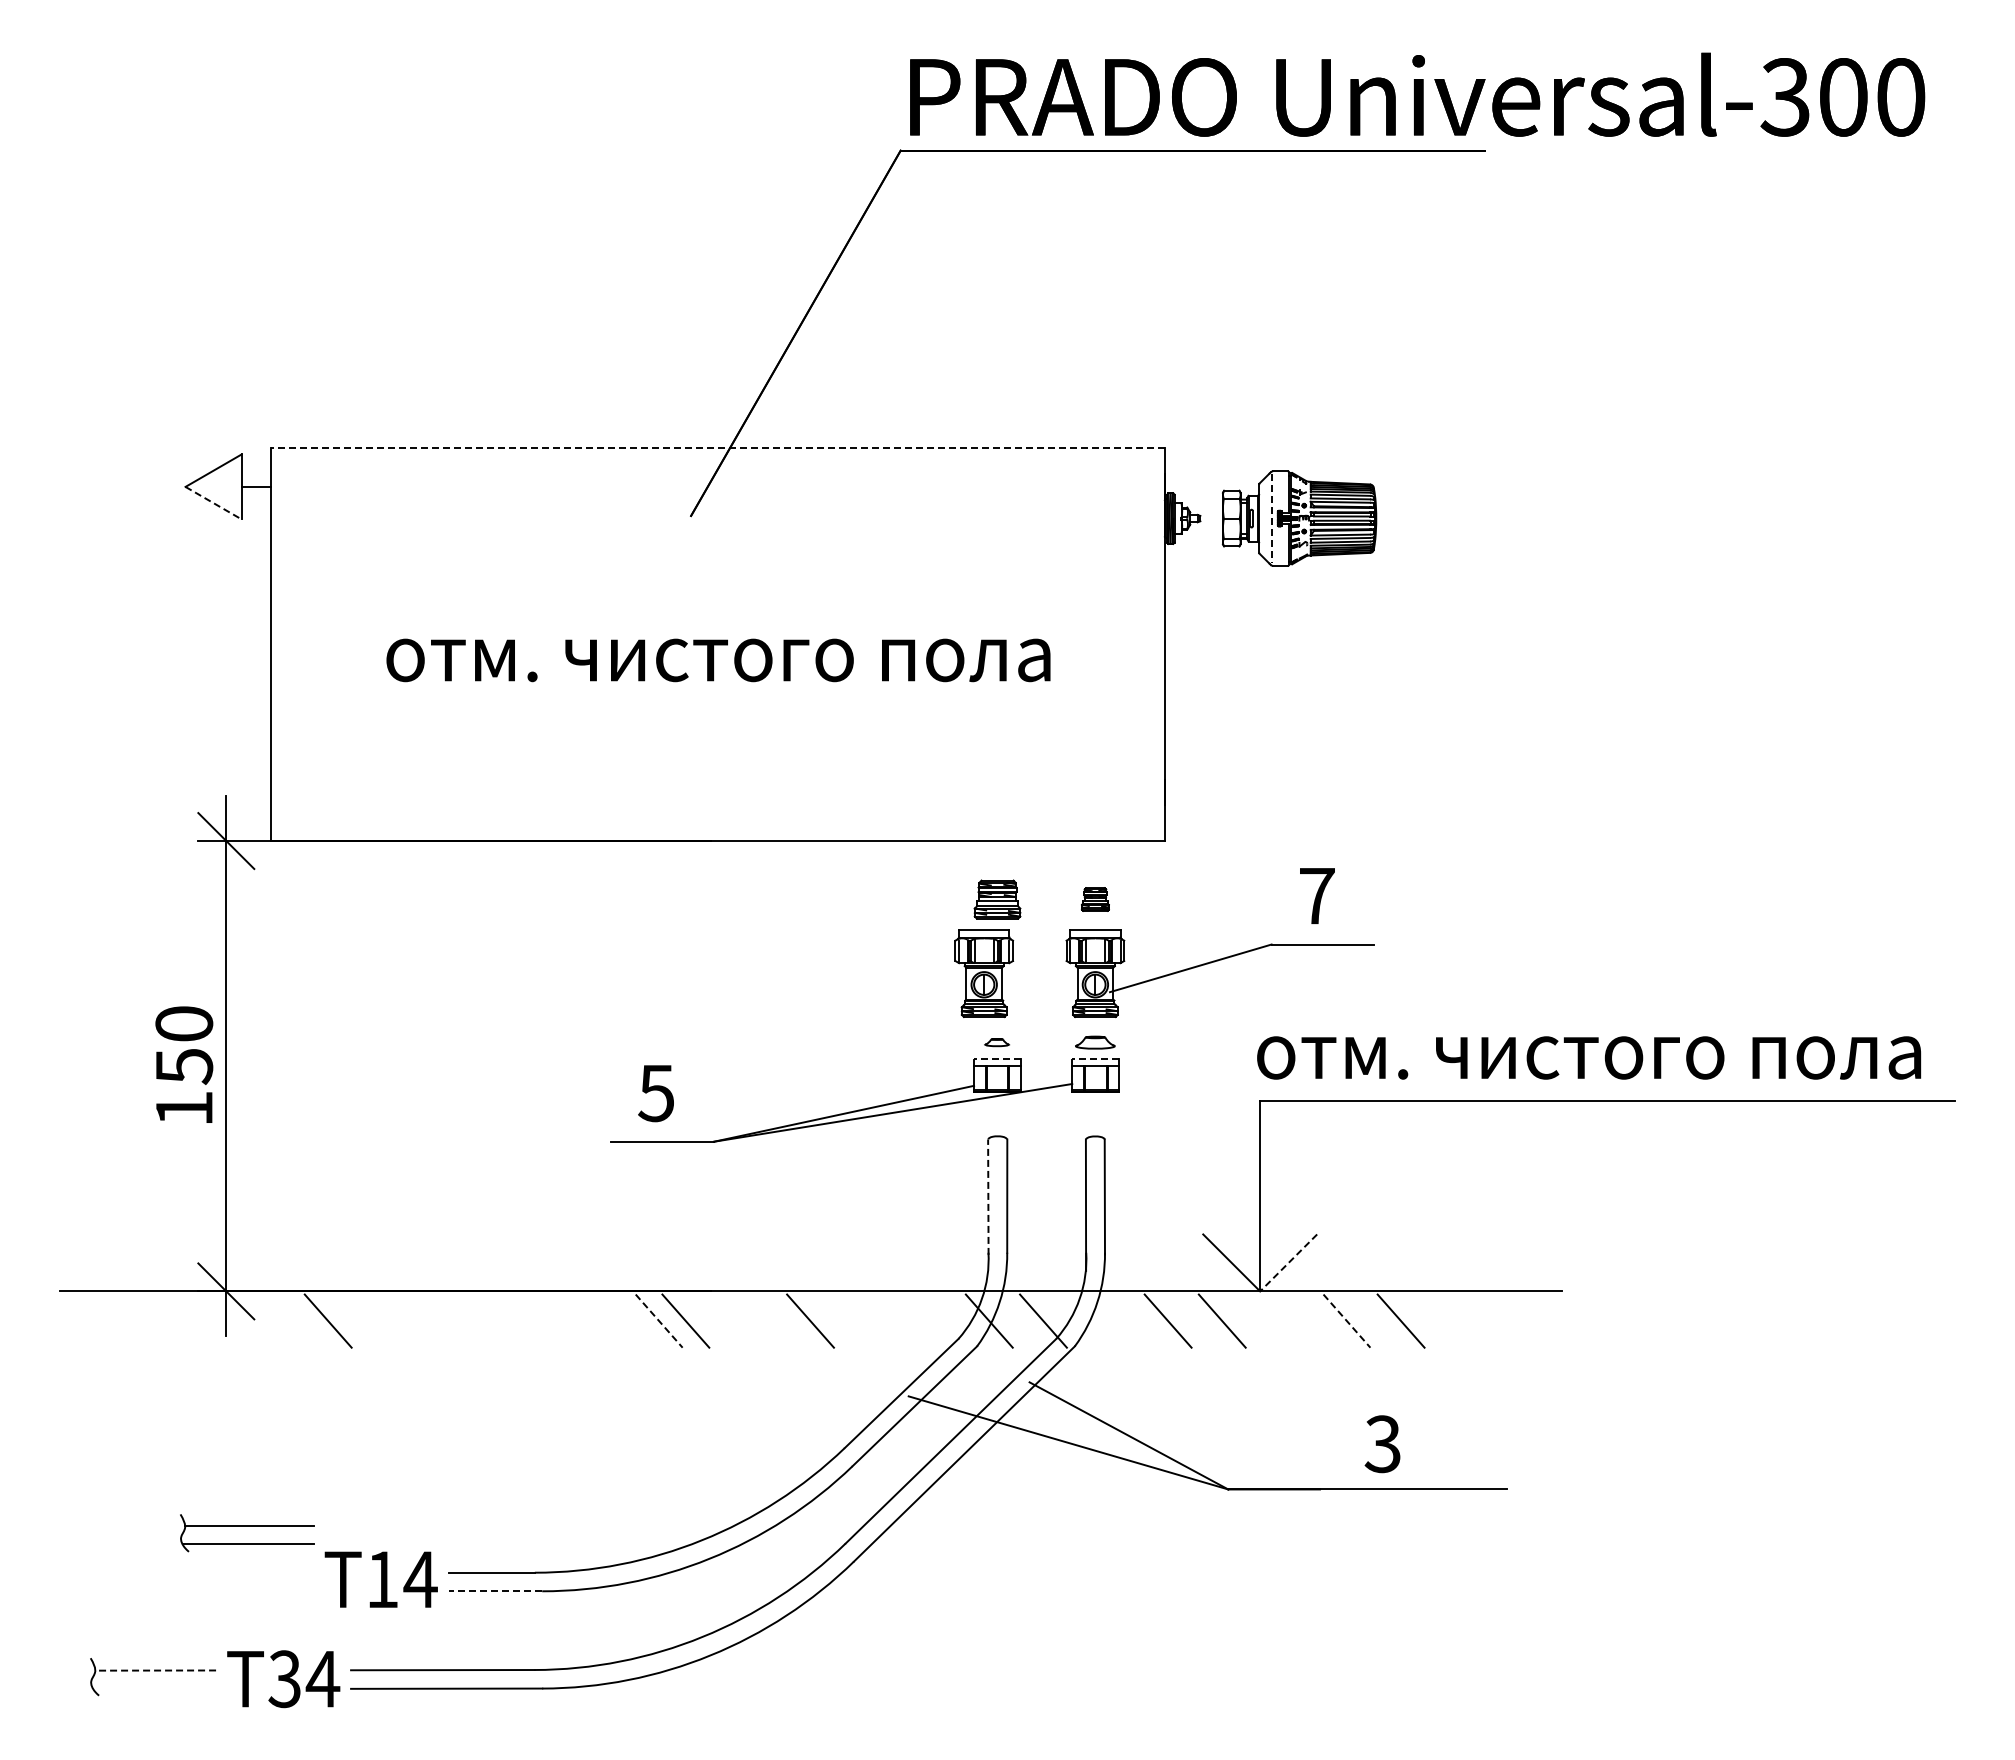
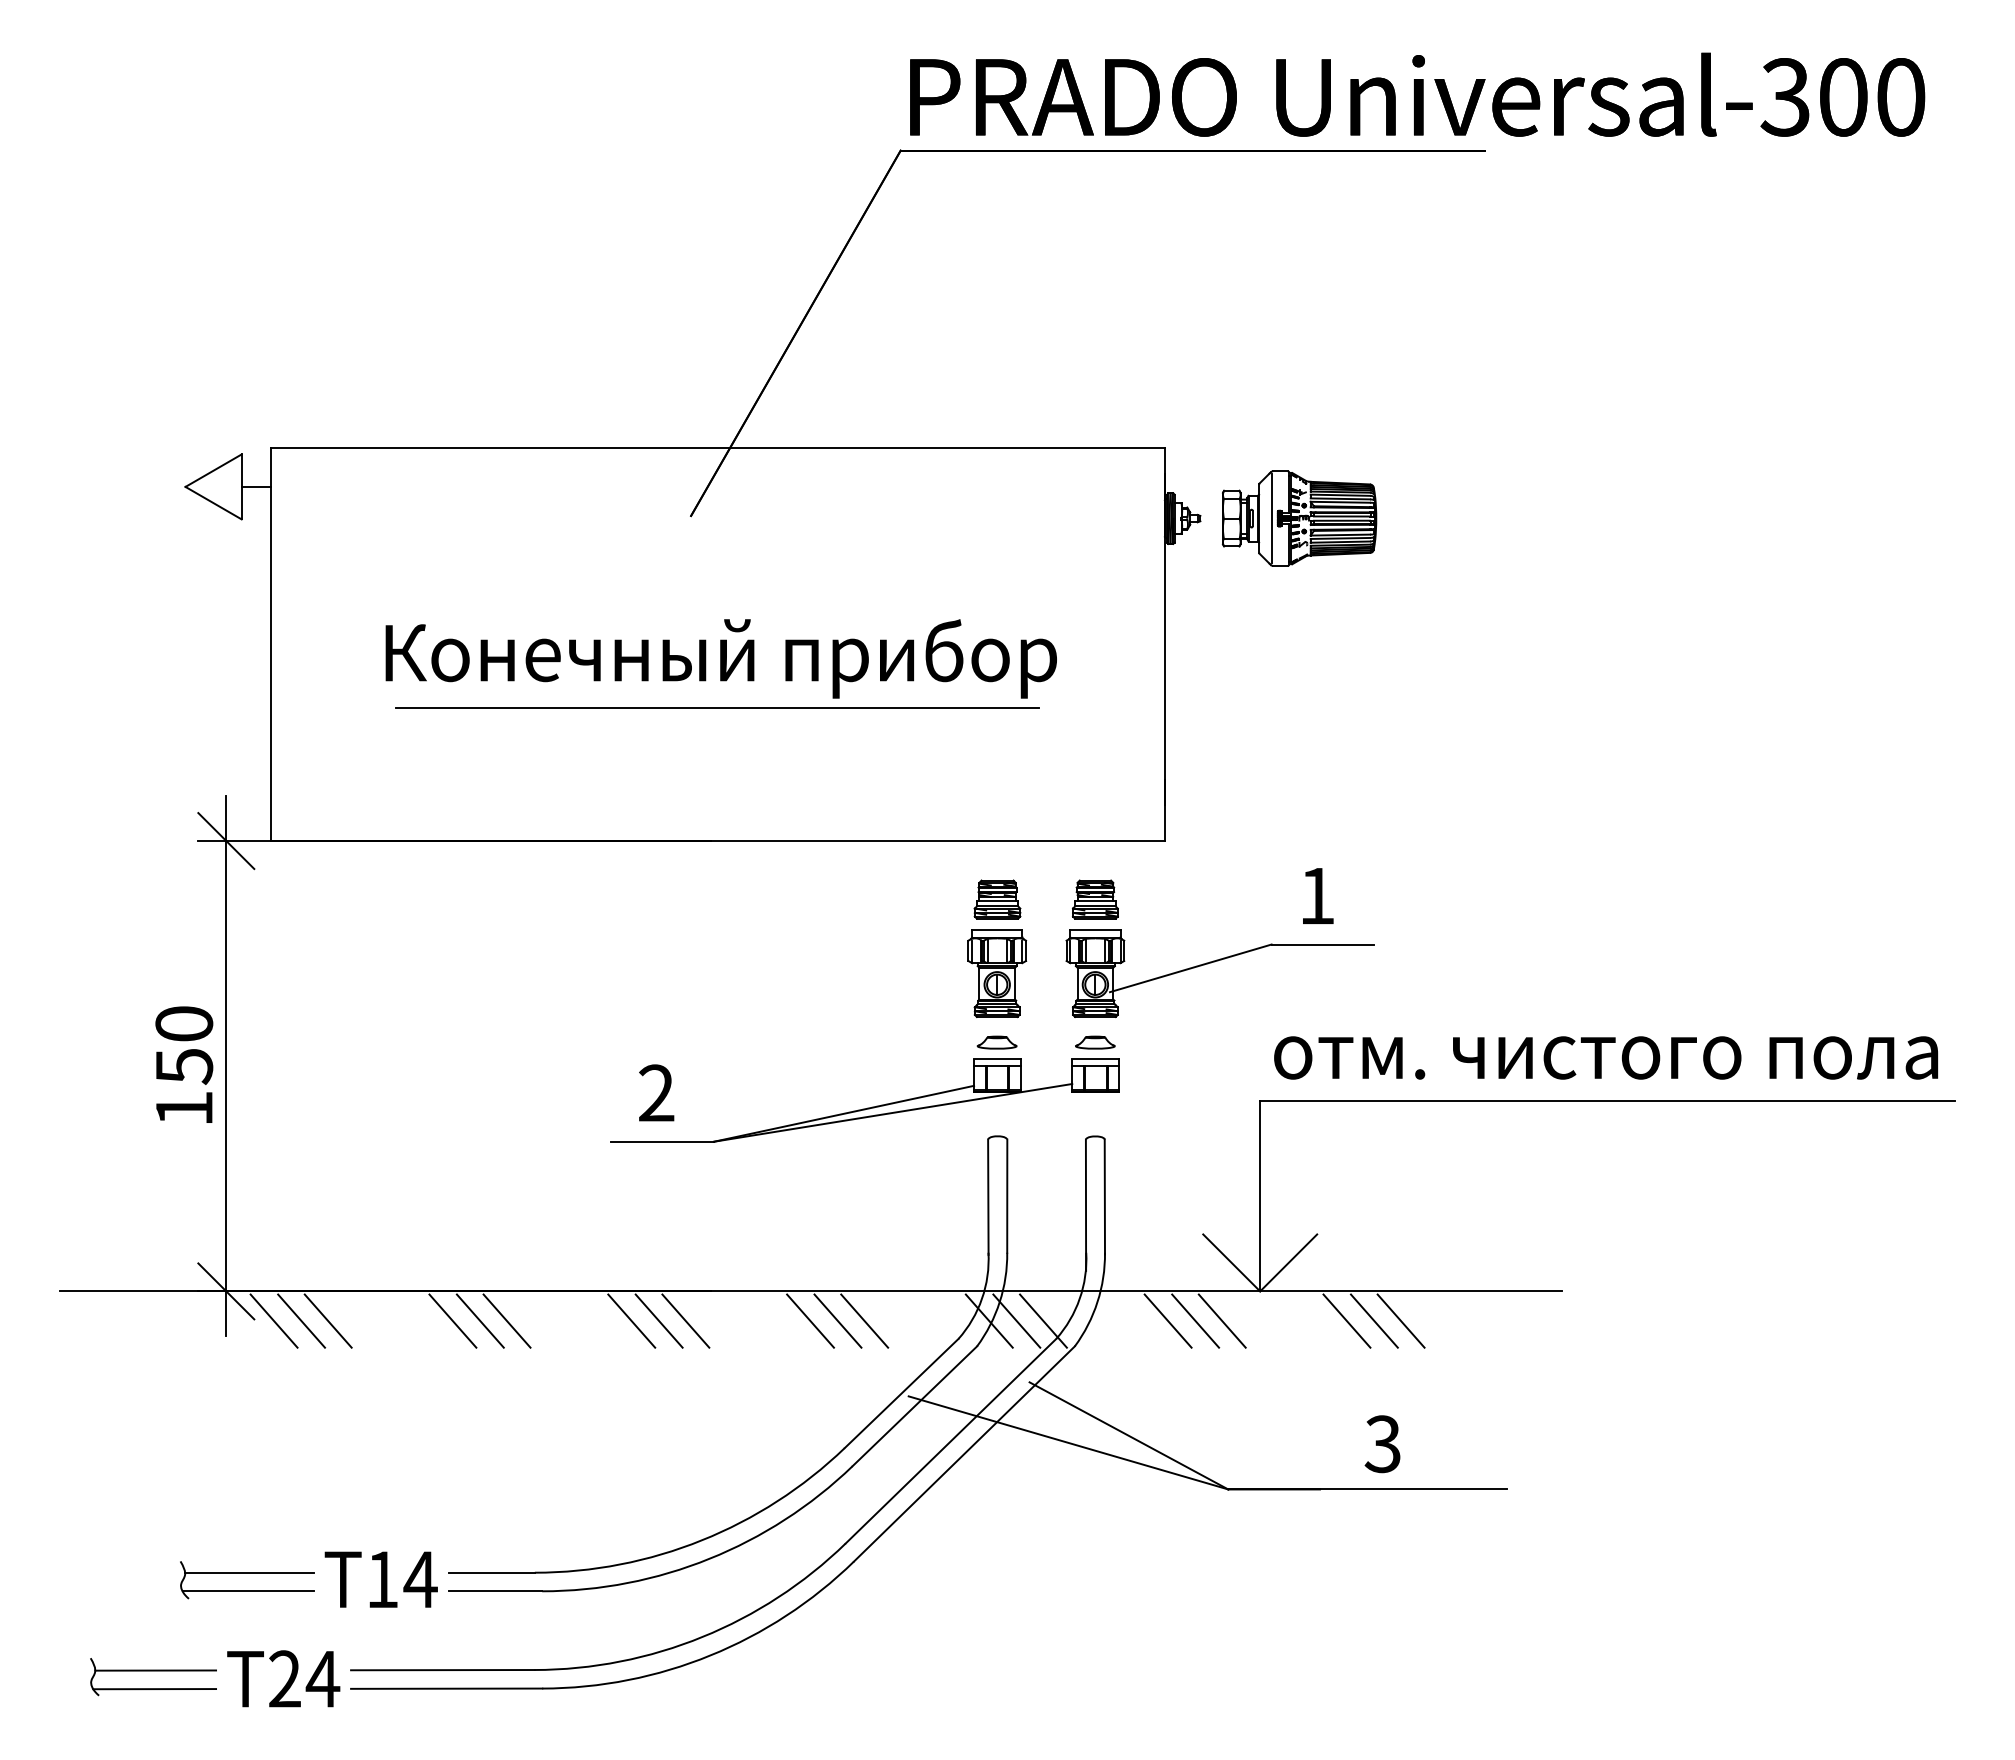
line at (717, 447): dashed -> solid
line at (214, 503): dashed -> solid
line at (1271, 519): dashed -> solid
text at (720, 658): отм. чистого пола -> Конечный прибор
line at (717, 707): none -> present
text at (1317, 896): 7 -> 1
part at (1095, 899) size: 29x25 px -> 47x41 px
part at (984, 973) position: (984, 973) -> (997, 973)
part at (996, 1042) size: 26x10 px -> 42x15 px
text at (1589, 1057) position: (1589, 1057) -> (1606, 1057)
line at (997, 1059): dashed -> solid
line at (1095, 1059): dashed -> solid
text at (656, 1093): 5 -> 2
line at (988, 1197): dashed -> solid
line at (1288, 1263): dashed -> solid
line at (273, 1320): none -> present
line at (301, 1320): none -> present
line at (452, 1320): none -> present
line at (479, 1320): none -> present
line at (506, 1320): none -> present
line at (631, 1320): none -> present
line at (837, 1320): none -> present
line at (864, 1320): none -> present
line at (1016, 1320): none -> present
line at (1195, 1320): none -> present
line at (1373, 1320): none -> present
line at (659, 1321): dashed -> solid
line at (1347, 1321): dashed -> solid
part at (247, 1526) position: (247, 1526) -> (247, 1573)
line at (495, 1591): dashed -> solid
line at (155, 1670): dashed -> solid
text at (284, 1679): 34 -> 24
line at (154, 1689): none -> present
